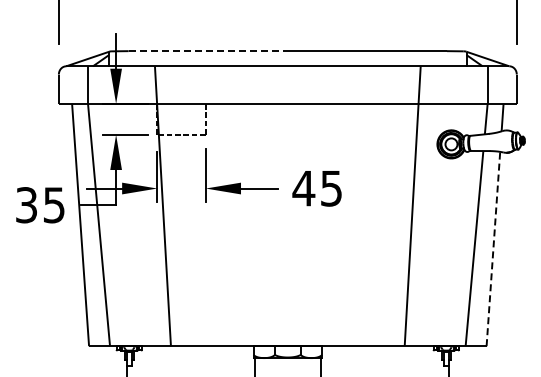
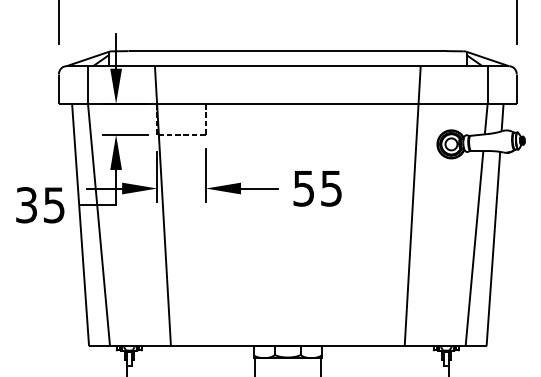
line at (208, 51): dashed -> solid
text at (303, 188): 45 -> 55
line at (493, 248): dashed -> solid
